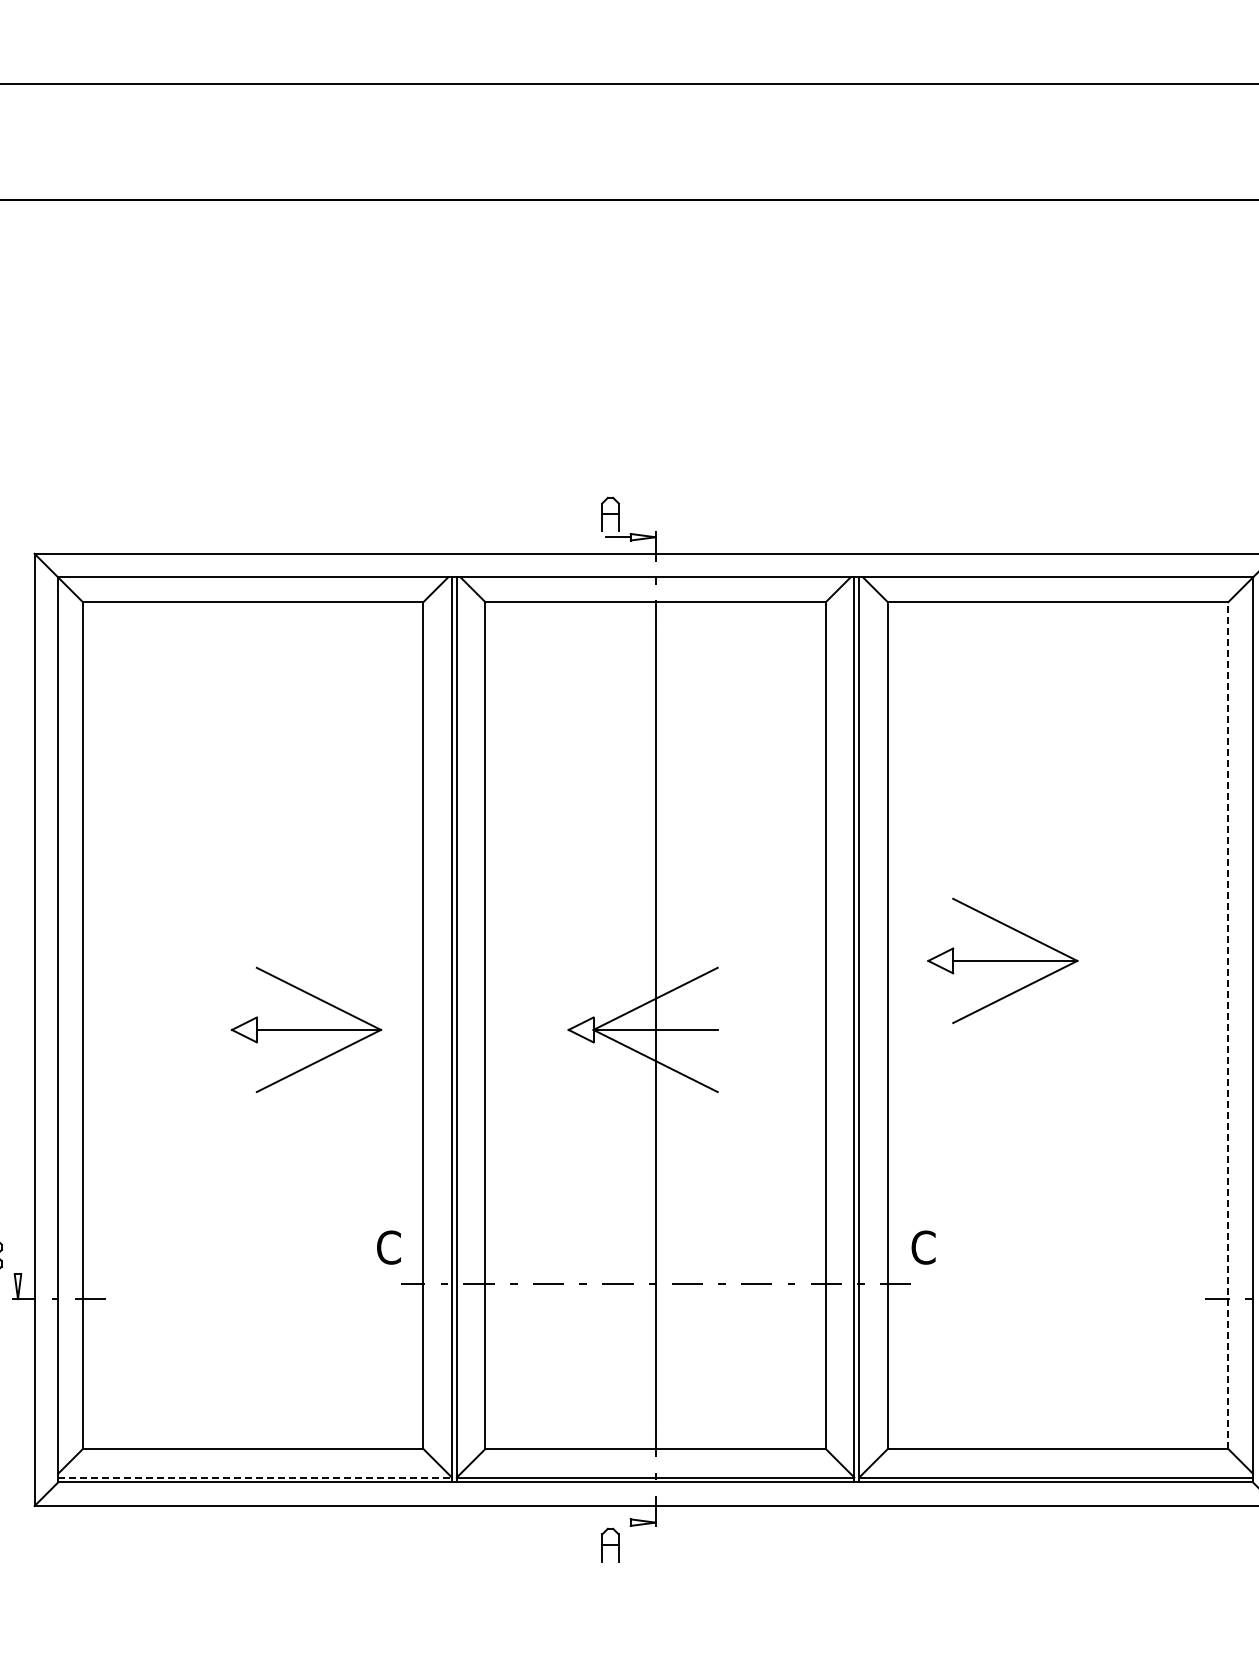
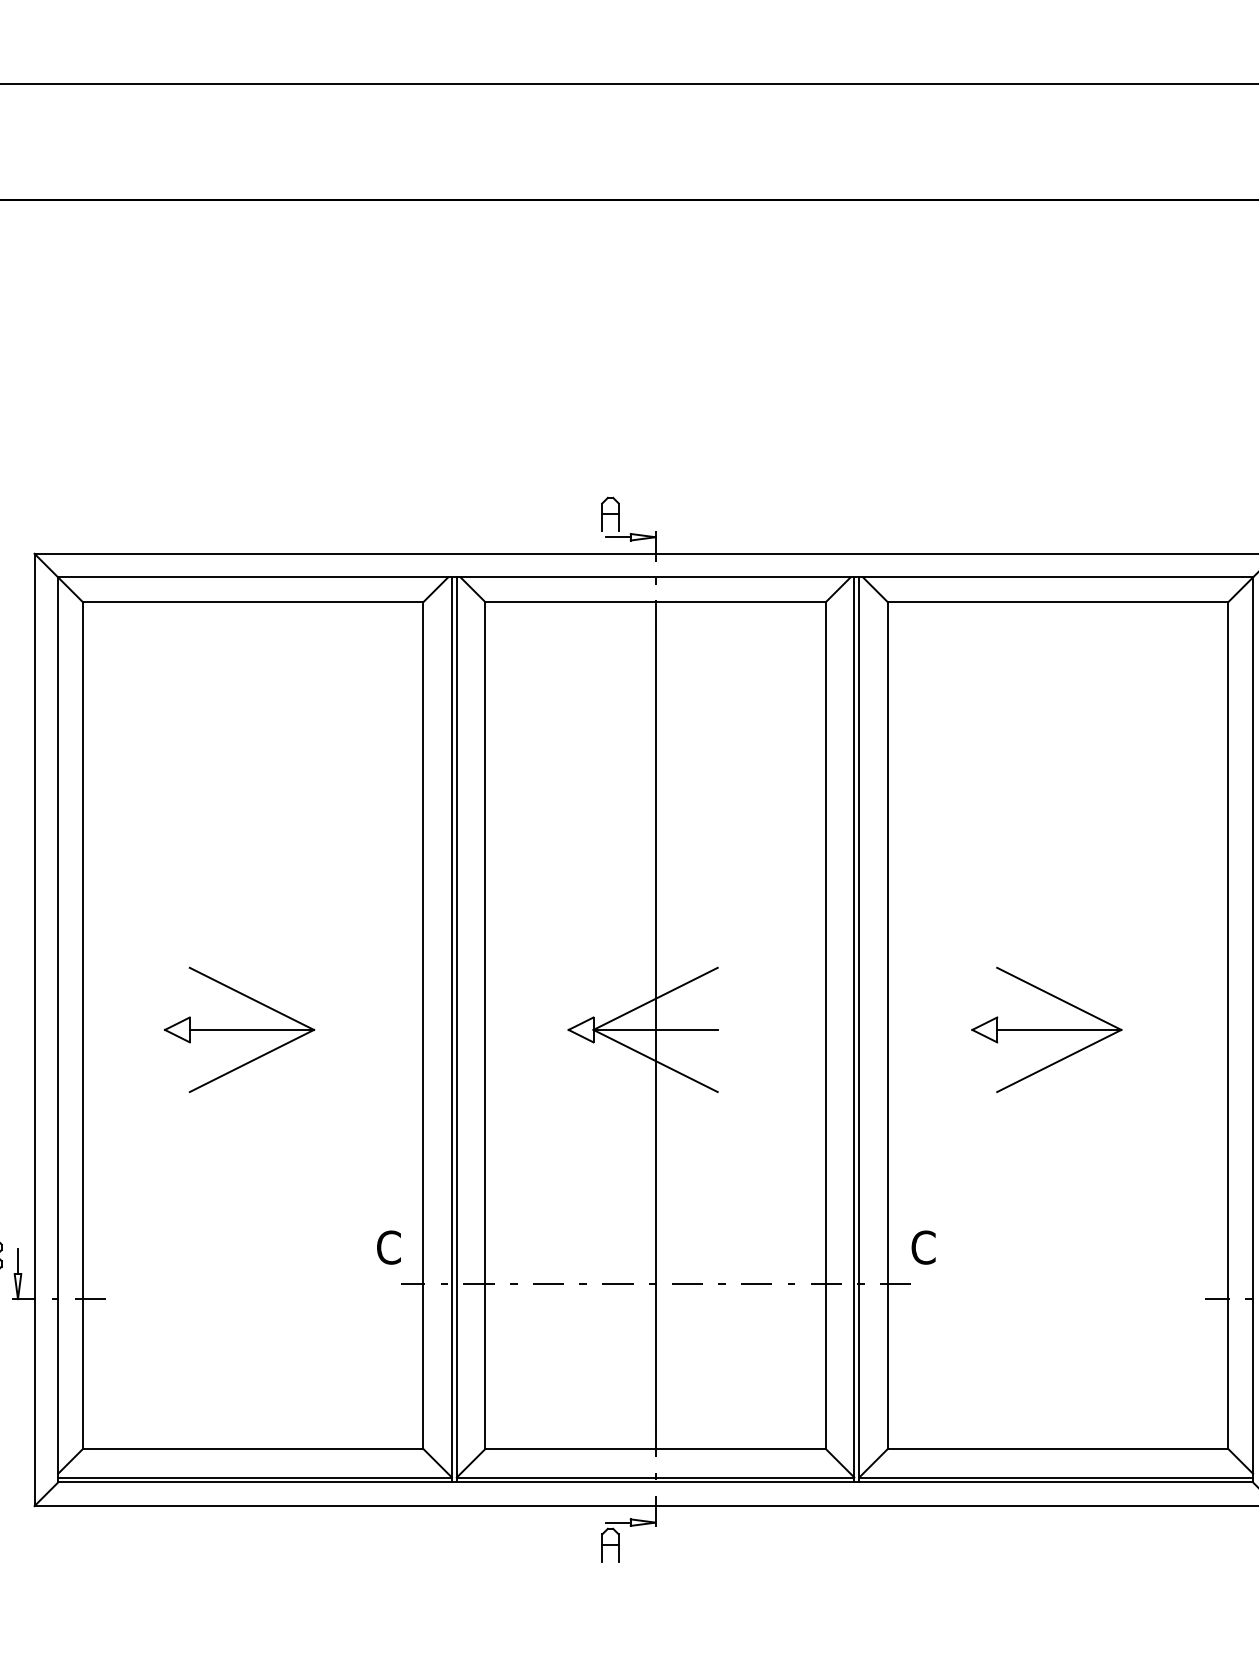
part at (1002, 960) position: (1002, 960) -> (1046, 1029)
line at (1228, 1025): dashed -> solid
part at (306, 1029) position: (306, 1029) -> (239, 1029)
line at (18, 1261): none -> present
line at (255, 1477): dashed -> solid
line at (617, 1522): none -> present
